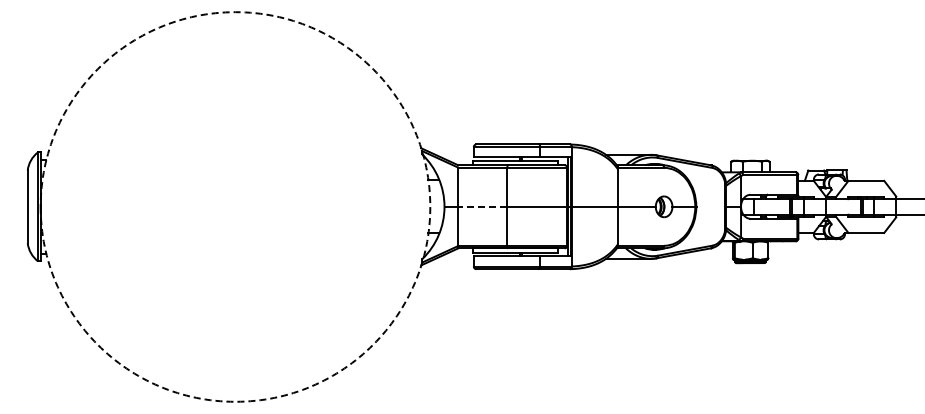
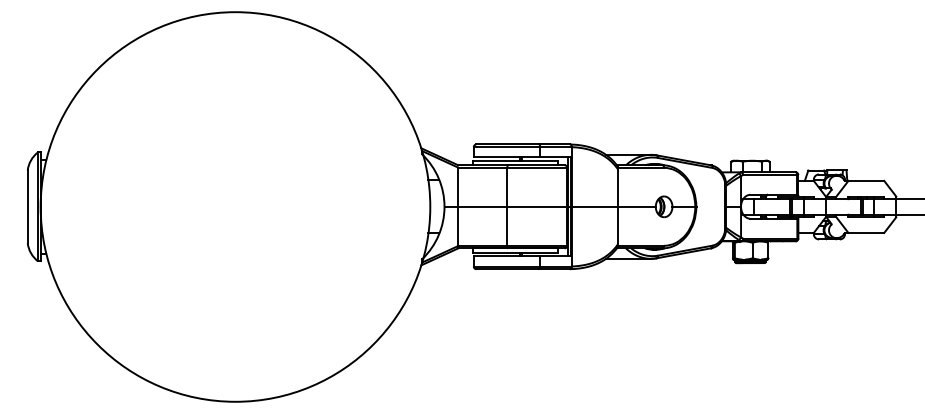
circle at (235, 206): dashed -> solid
line at (482, 206): dashed -> solid
